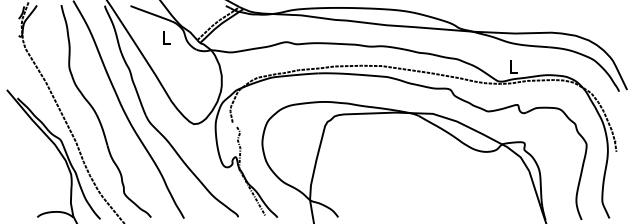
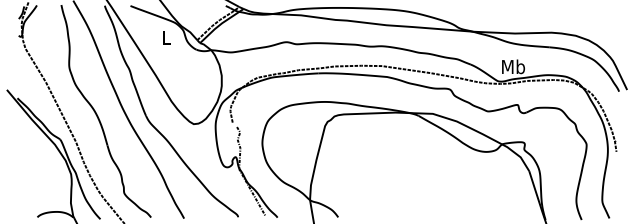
text at (513, 66): L -> Mb
